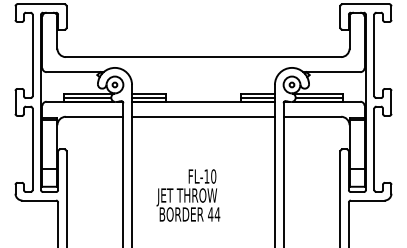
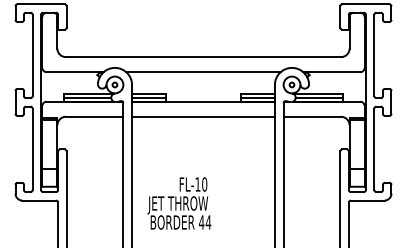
line at (203, 72): none -> present
text at (188, 195) position: (188, 195) -> (179, 203)
